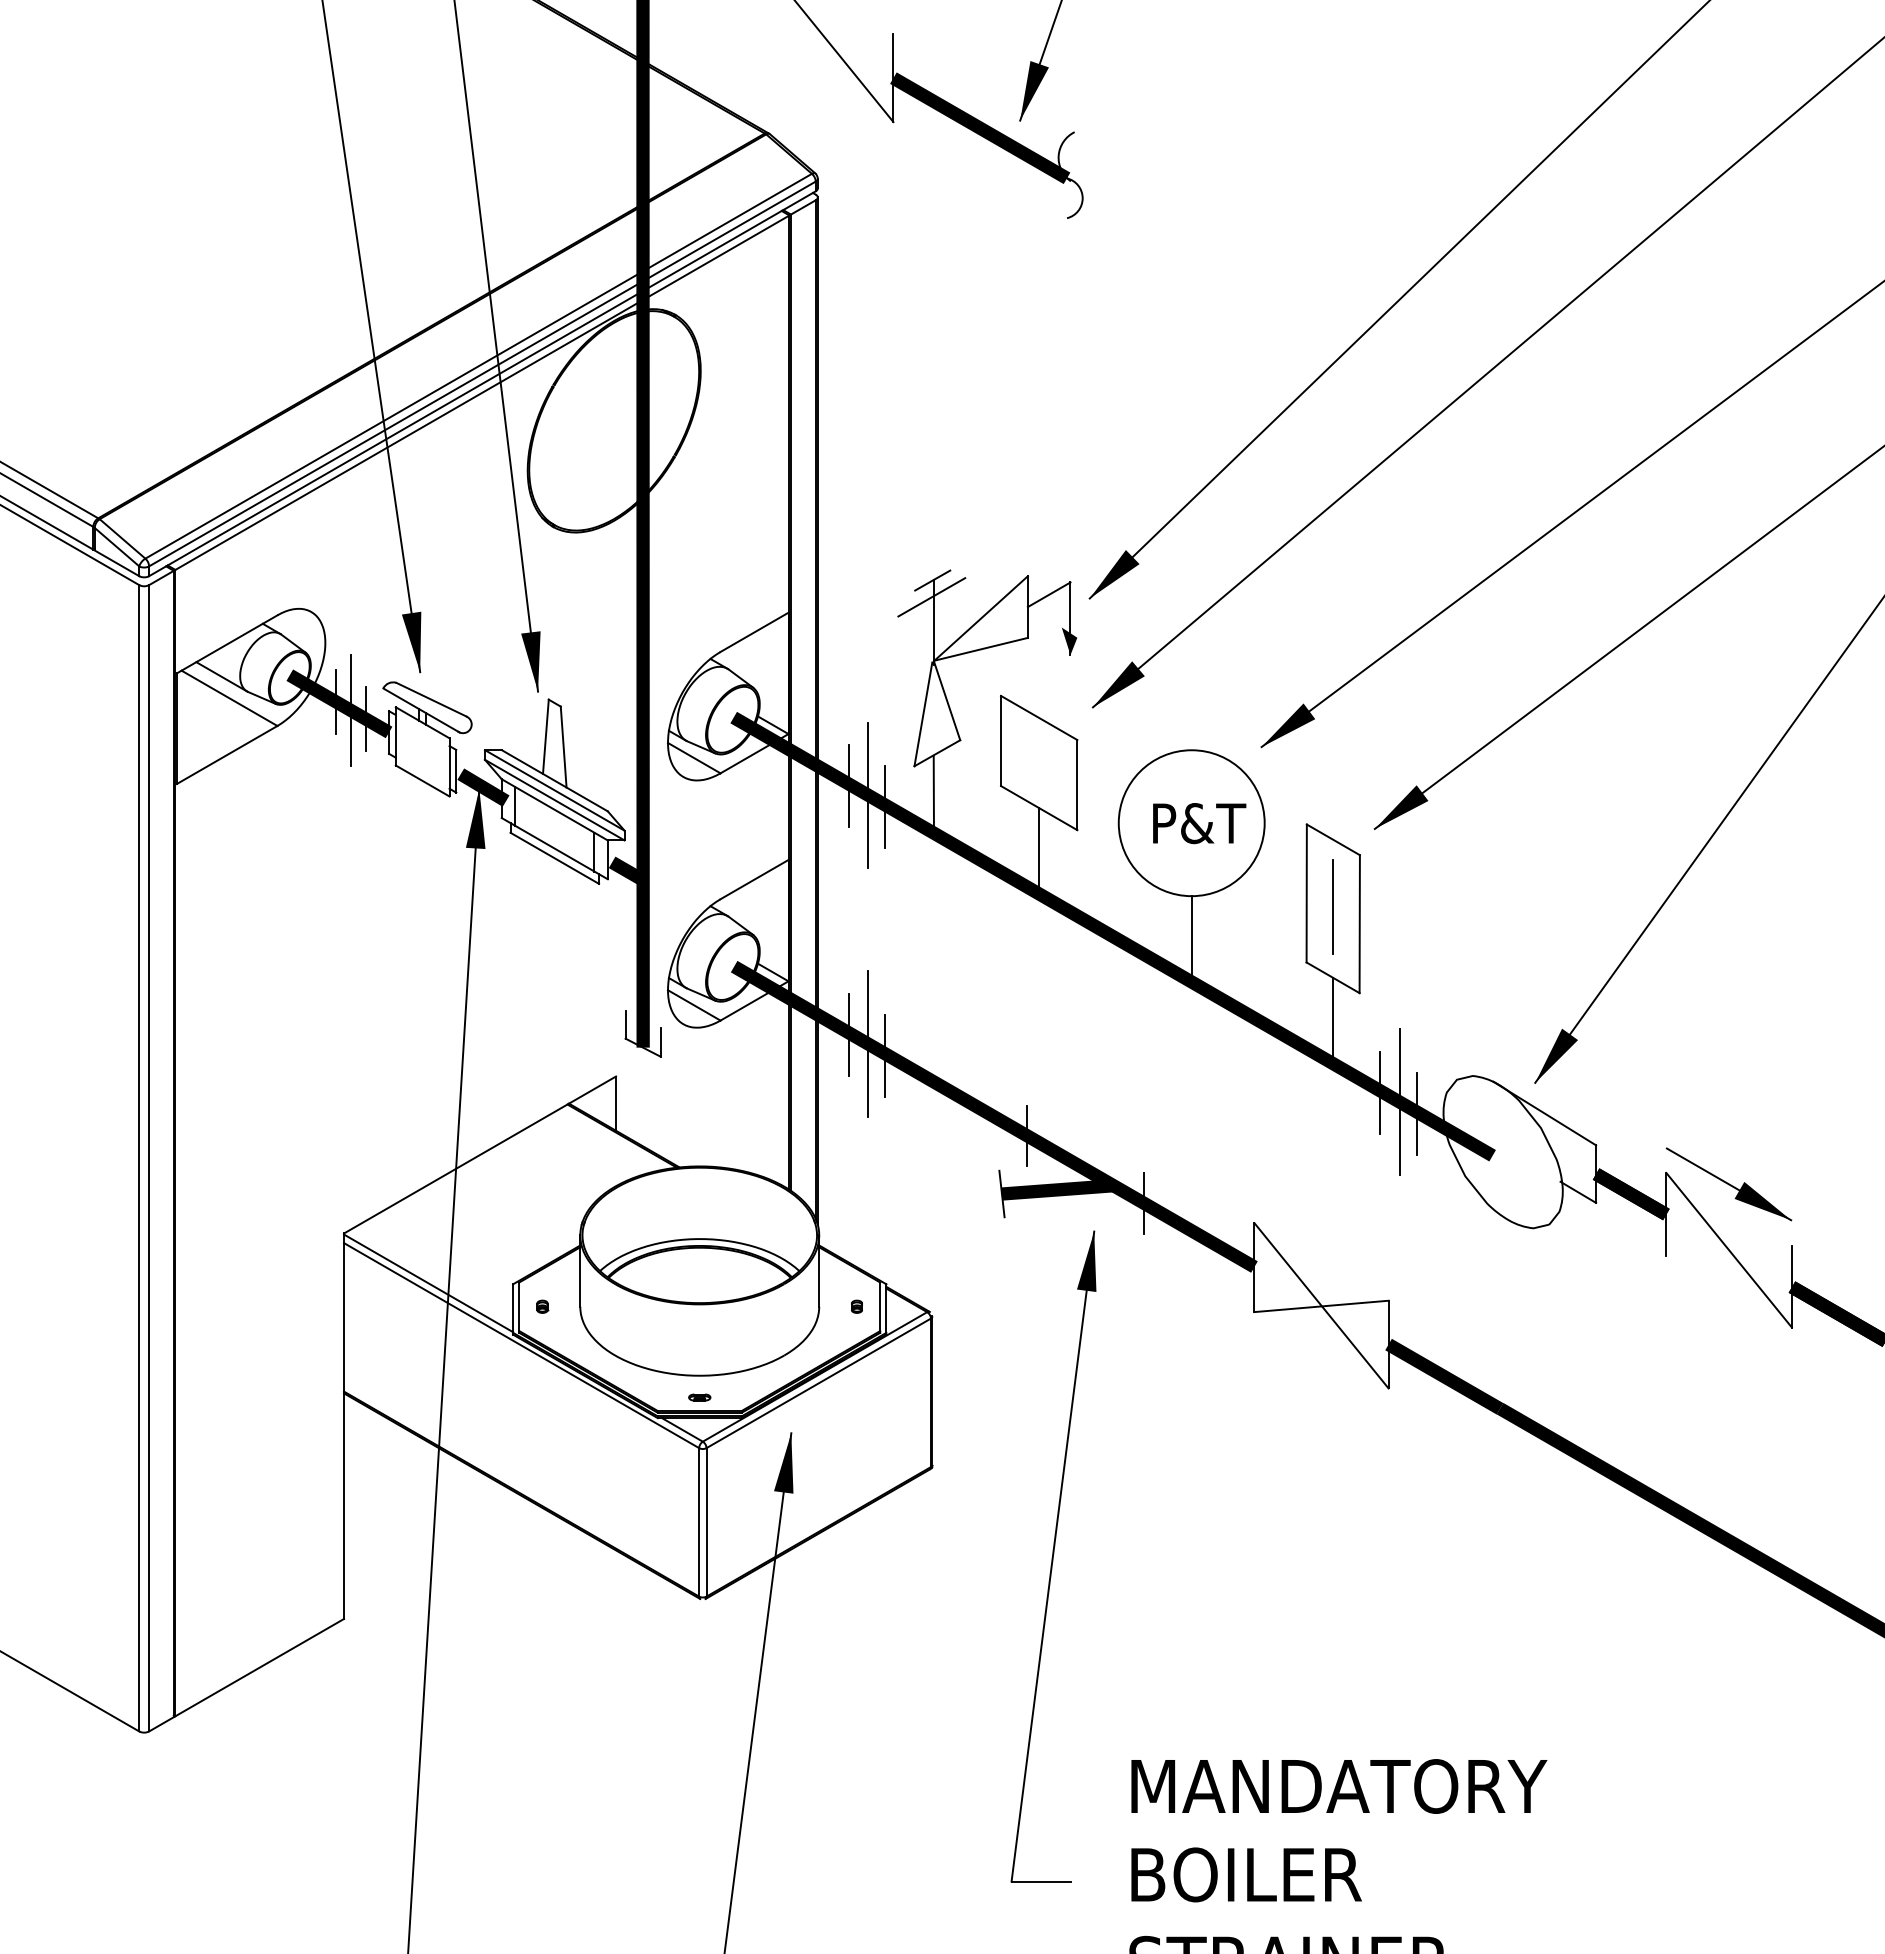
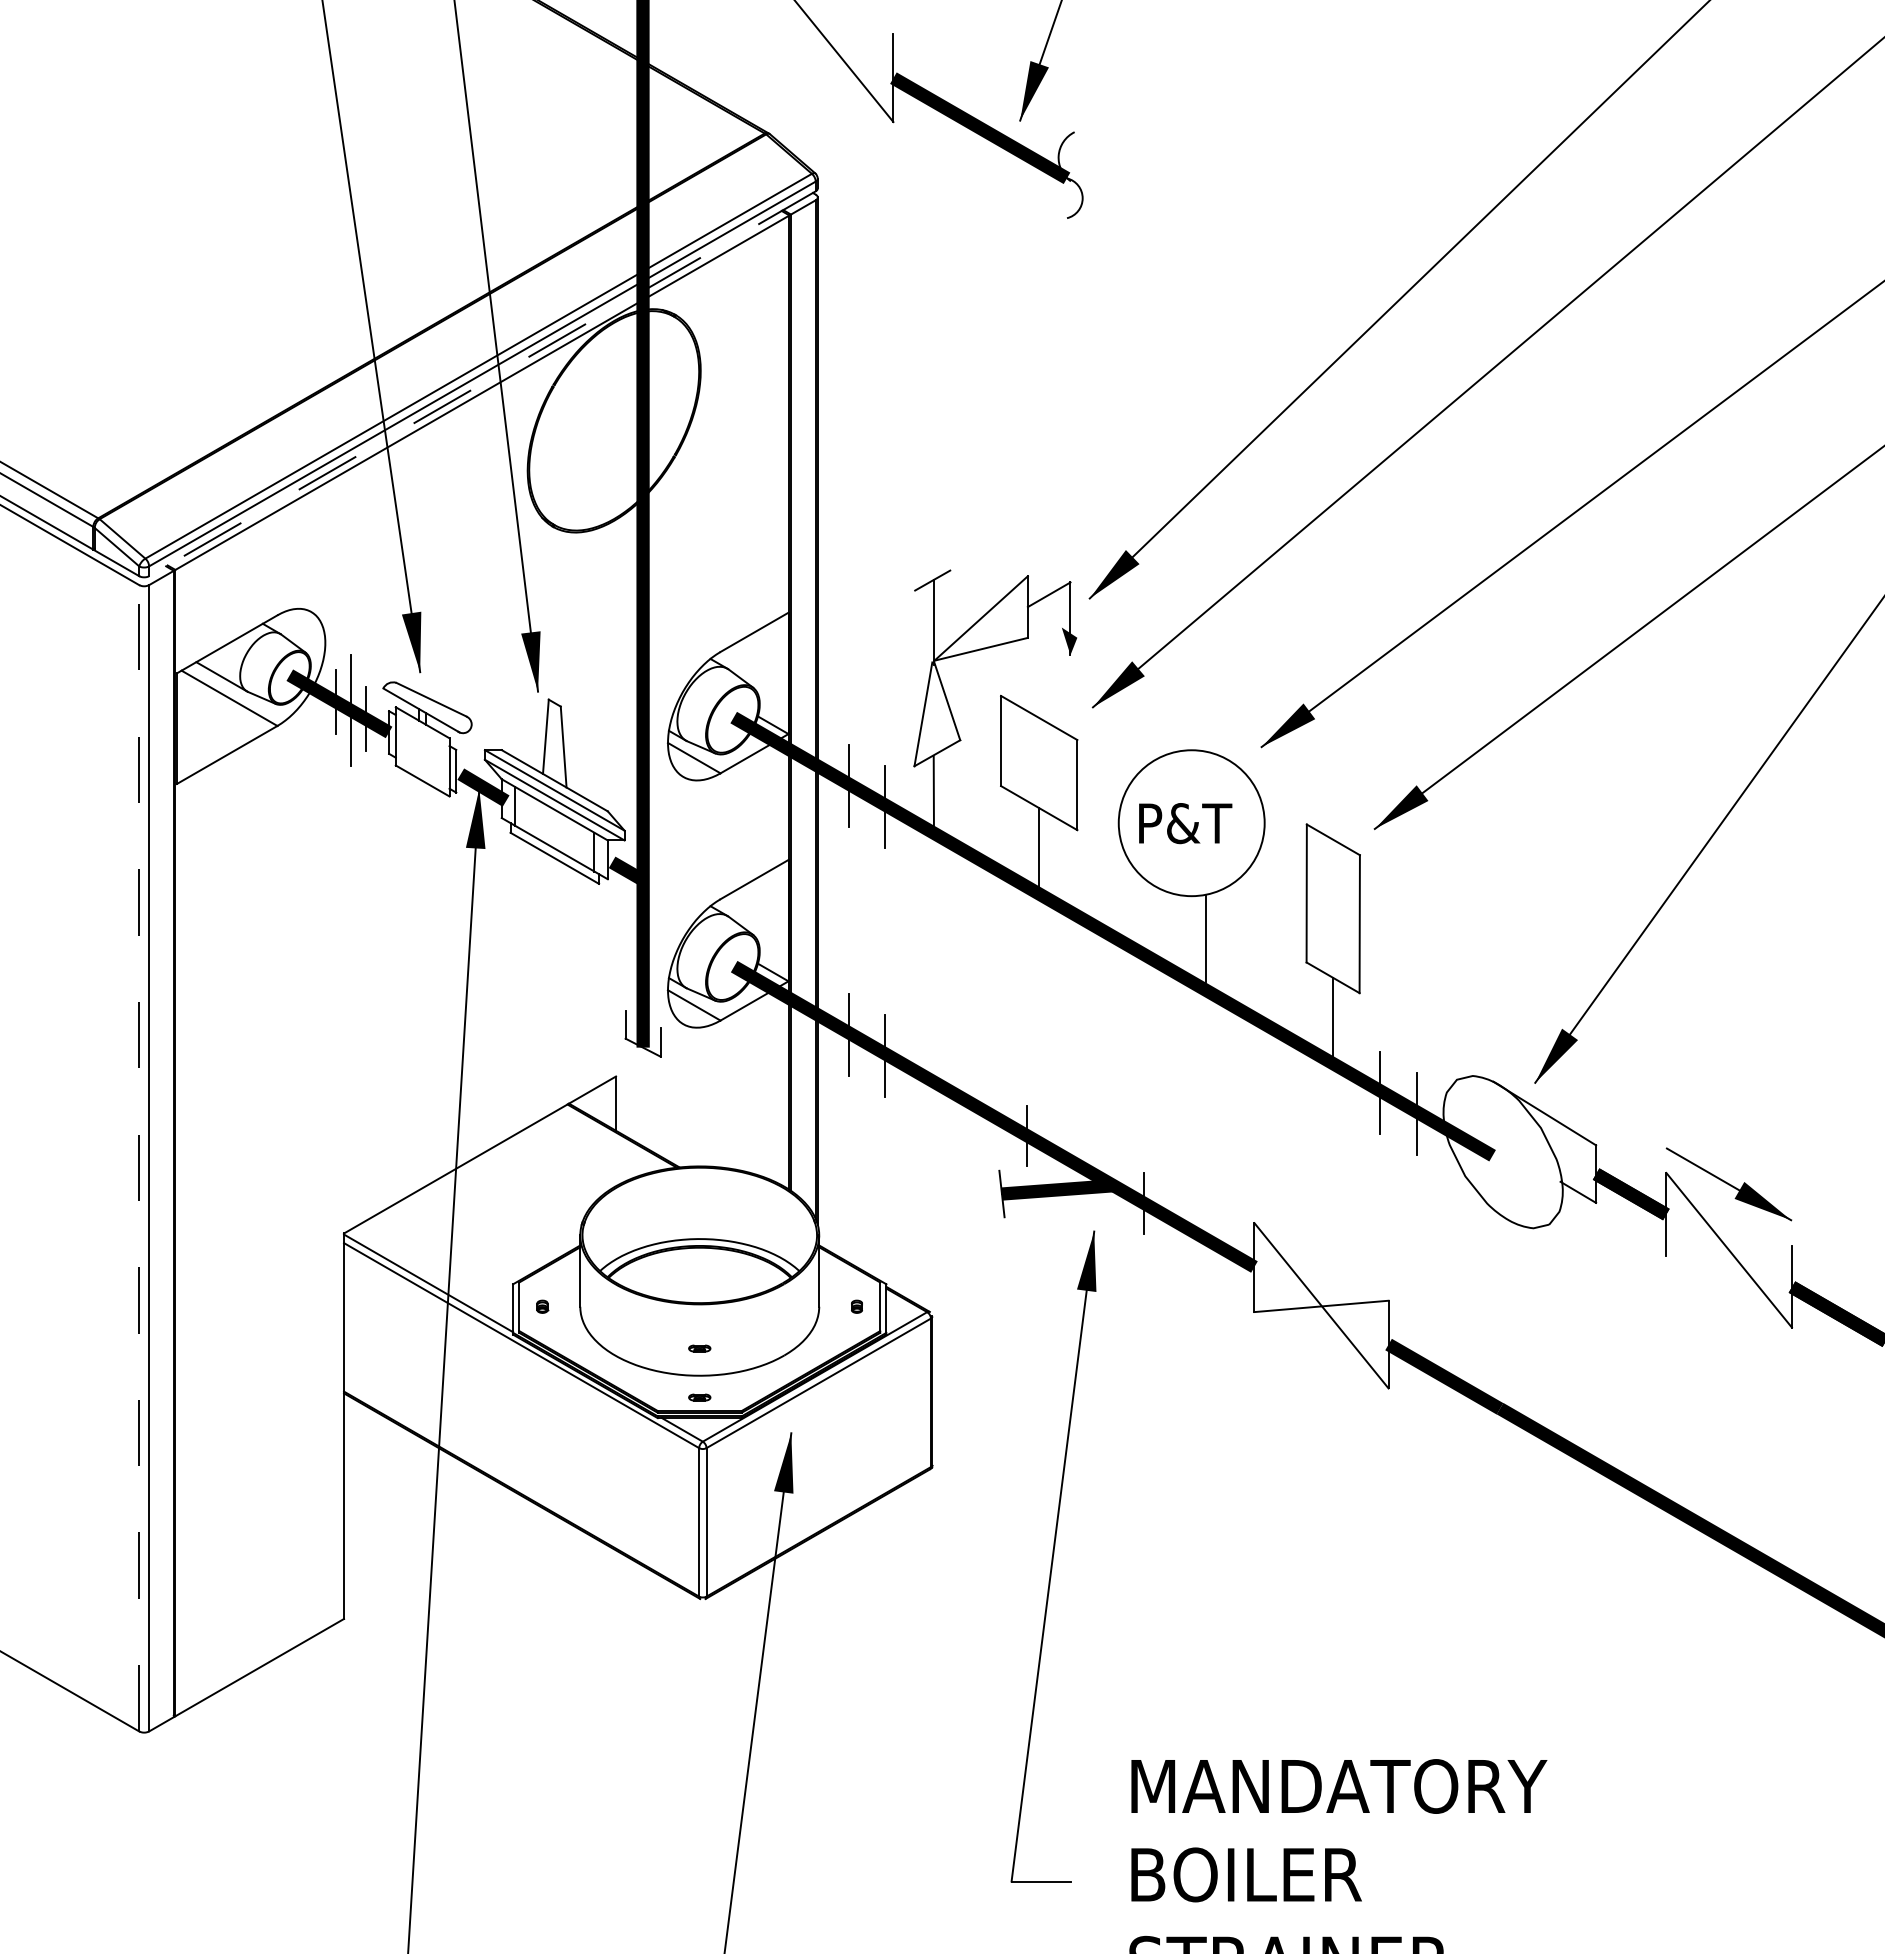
line at (482, 383): solid -> dashed
line at (931, 597): present -> none
line at (868, 795): present -> none
text at (1199, 823) position: (1199, 823) -> (1185, 823)
line at (1332, 906): present -> none
line at (1191, 939) position: (1191, 939) -> (1205, 939)
line at (868, 1043): present -> none
line at (1399, 1101): present -> none
line at (139, 1157): solid -> dashed
part at (699, 1348): none -> present
